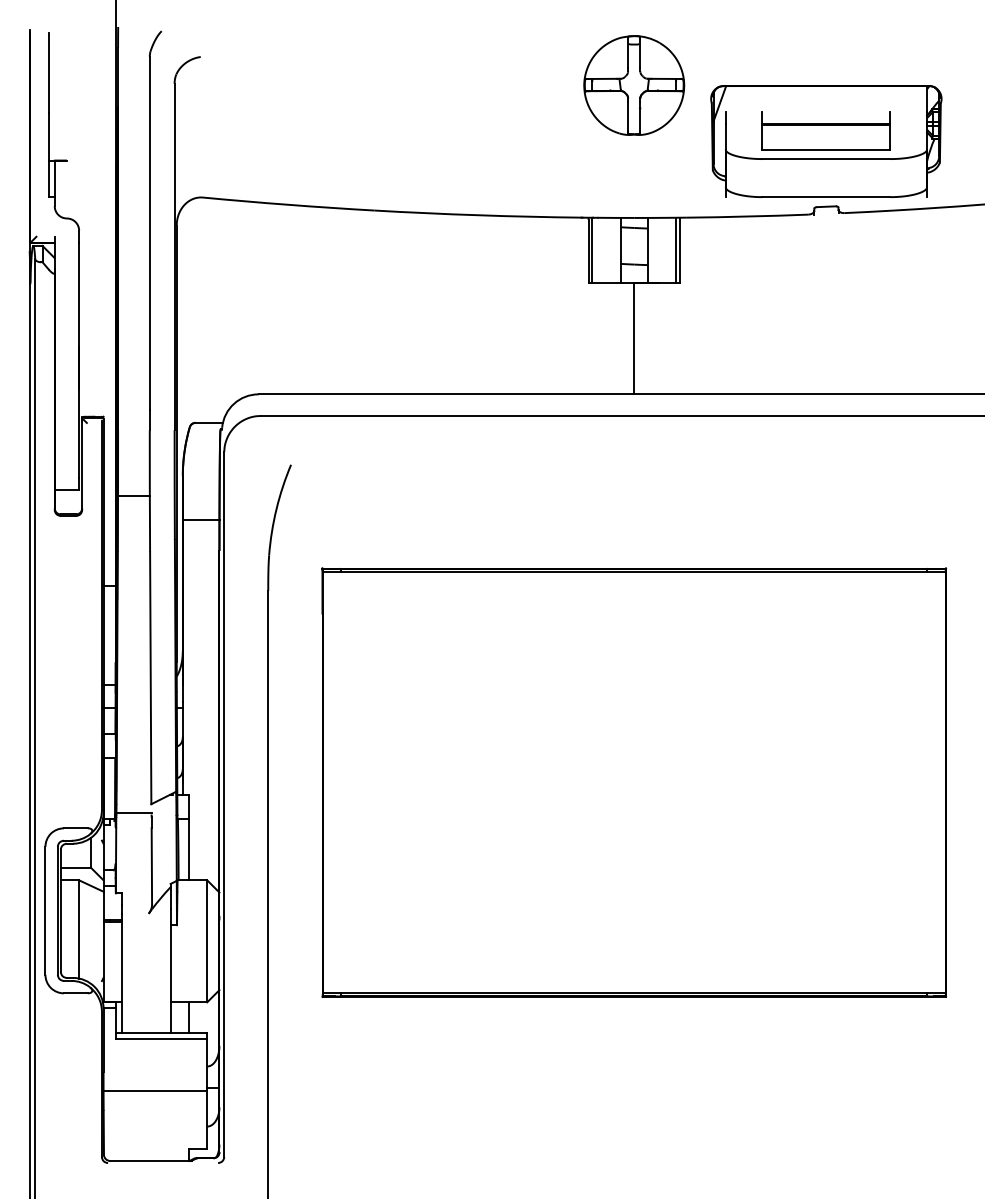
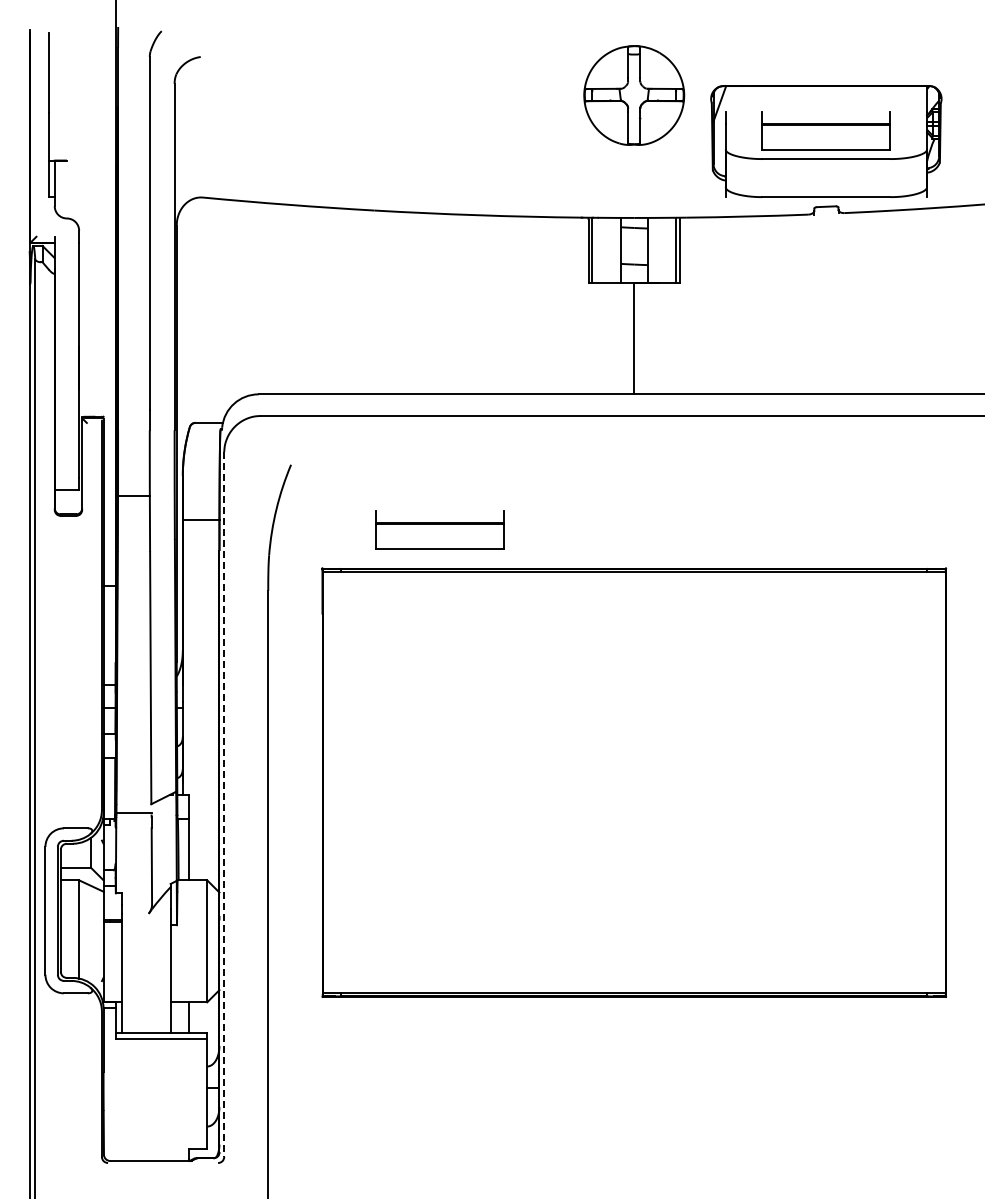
part at (634, 85) position: (634, 85) -> (634, 95)
part at (439, 529): none -> present
line at (224, 805): solid -> dashed
line at (155, 1090): present -> none
